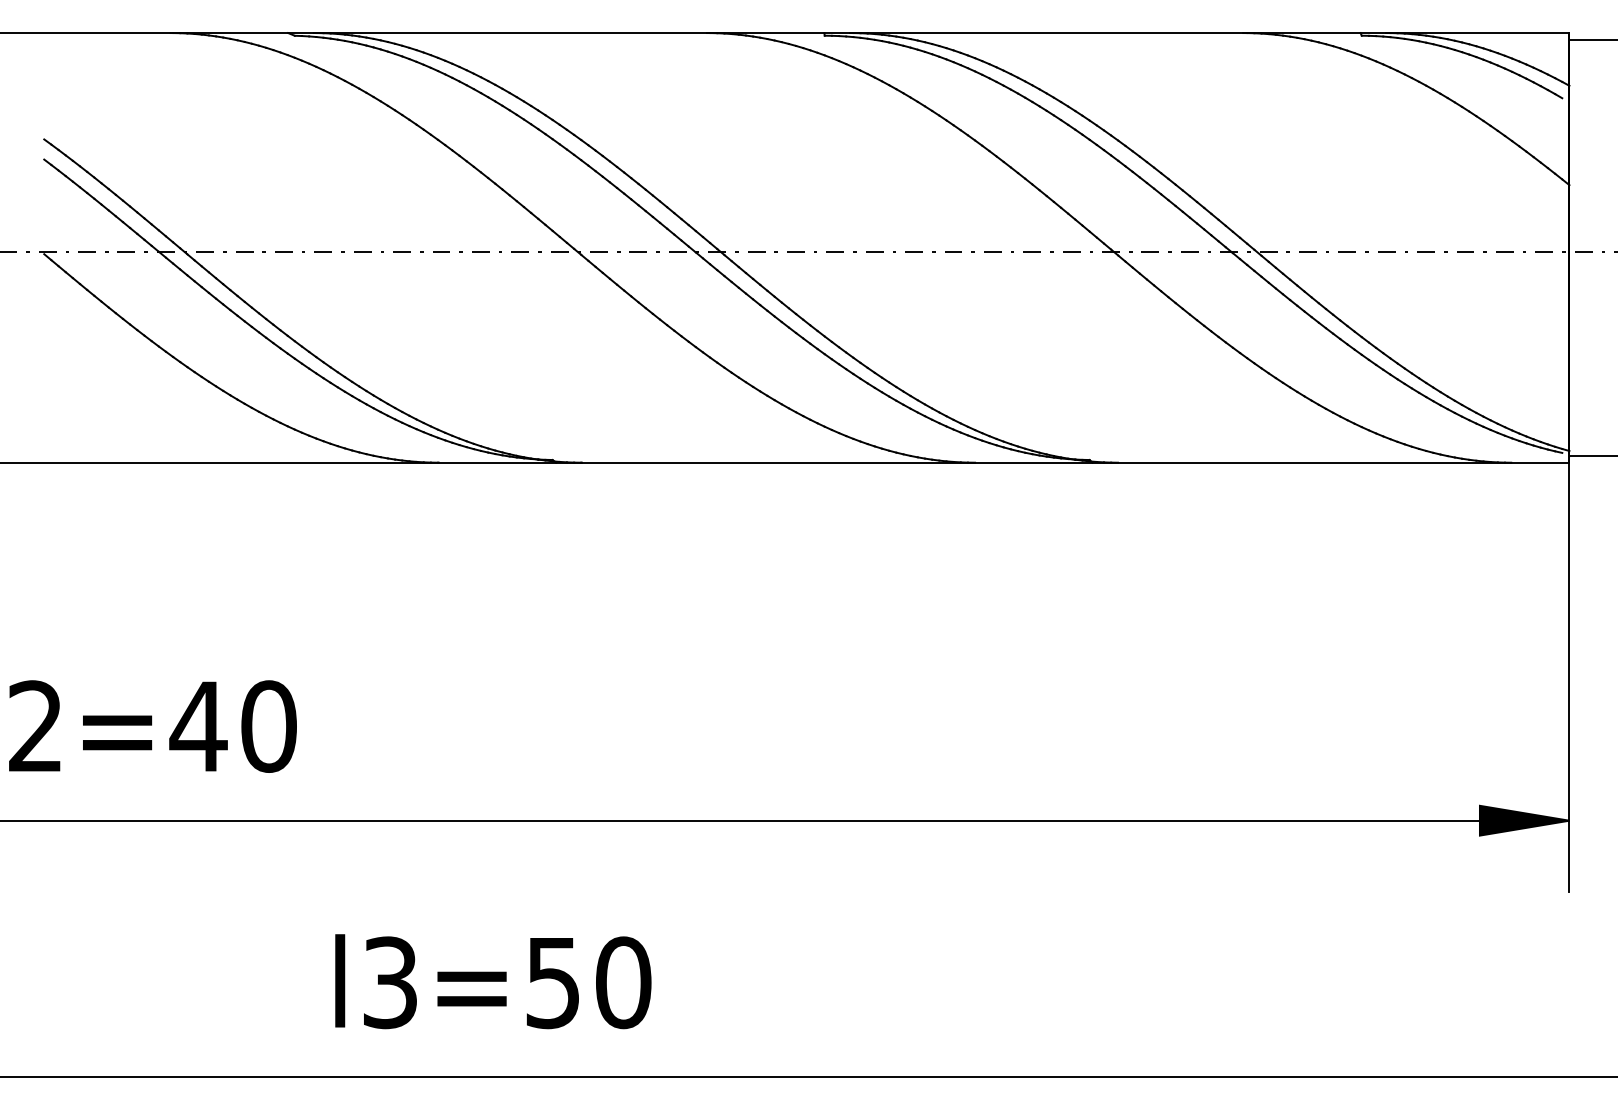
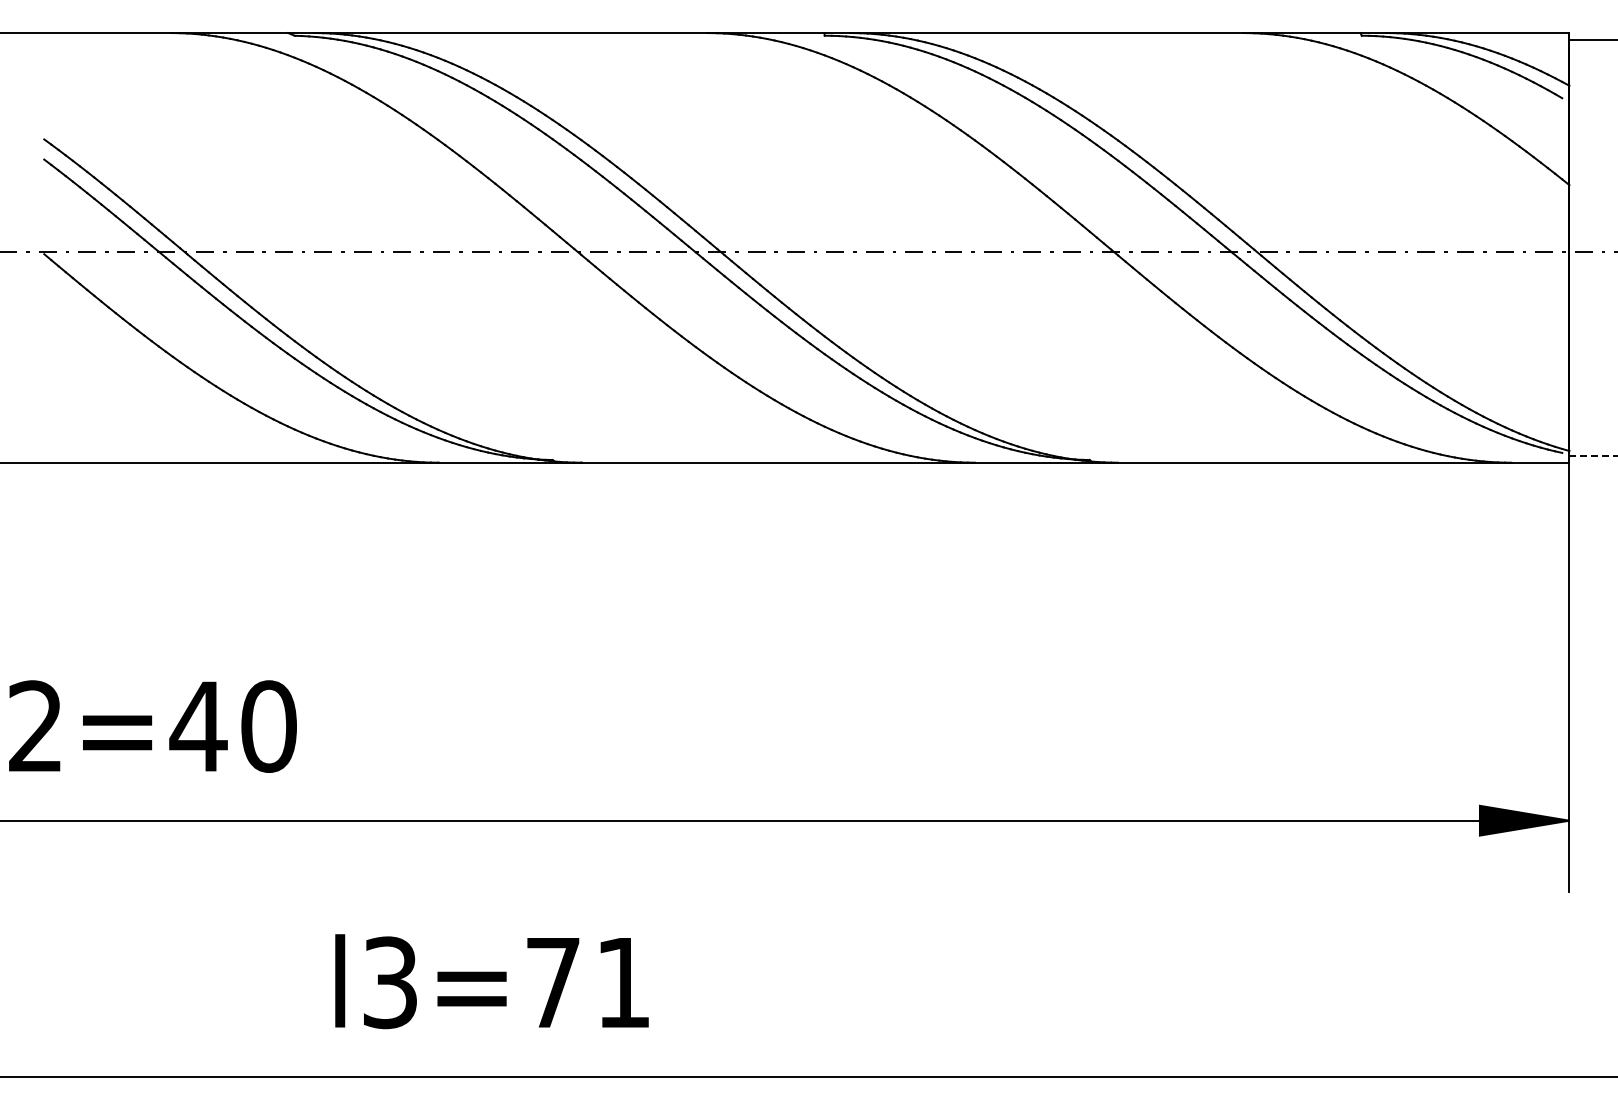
line at (1593, 455): solid -> dashed
text at (588, 982): l3=50 -> l3=71
